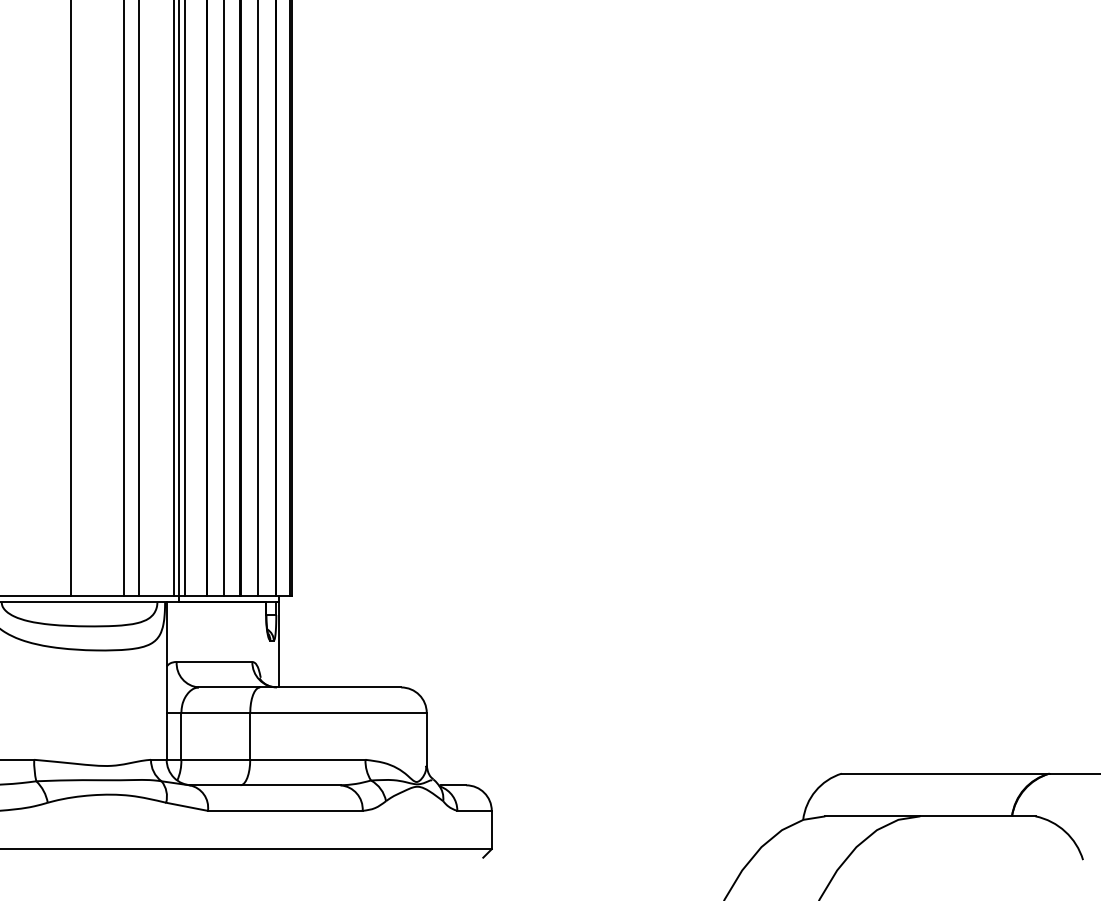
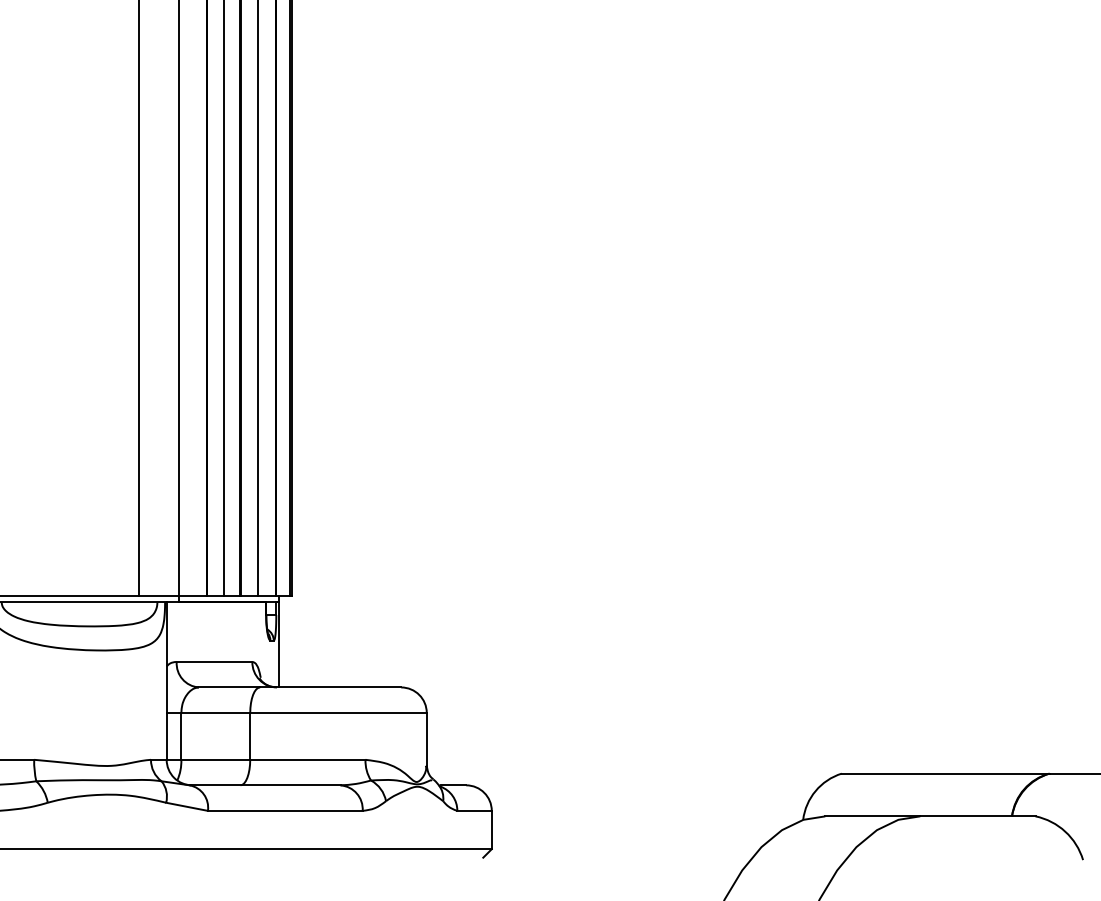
line at (71, 298): present -> none
line at (123, 298): present -> none
line at (174, 298): present -> none
line at (184, 298): present -> none
